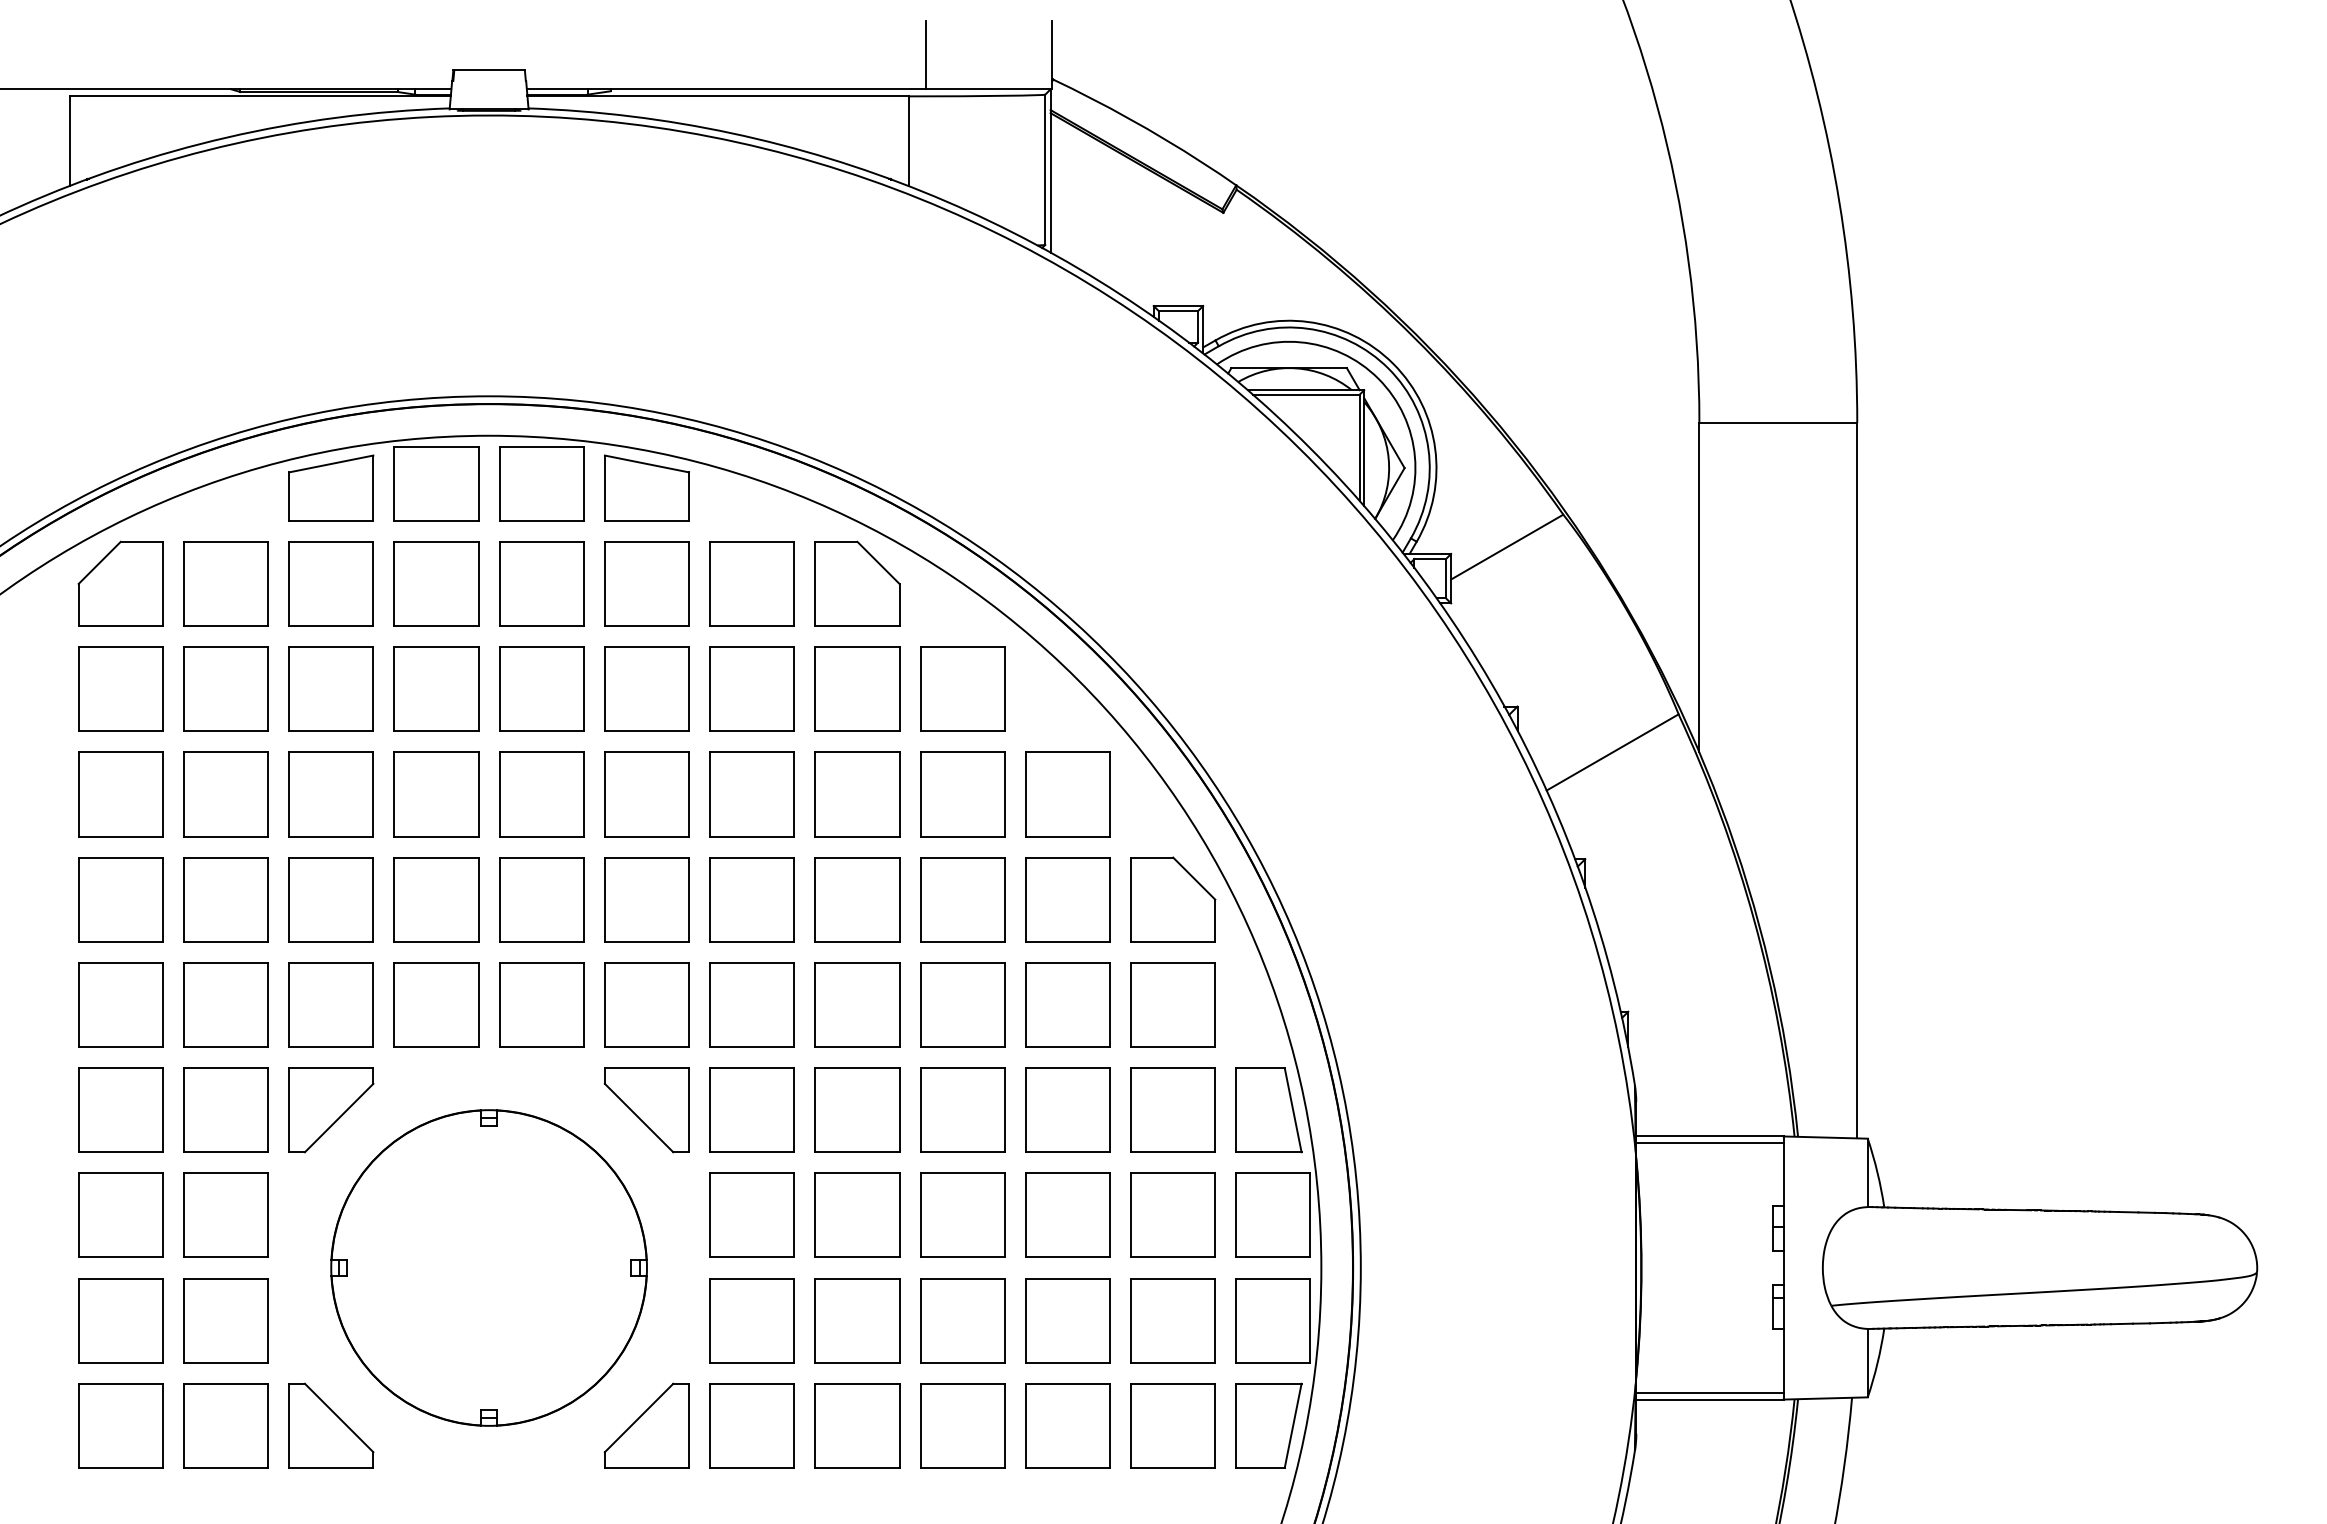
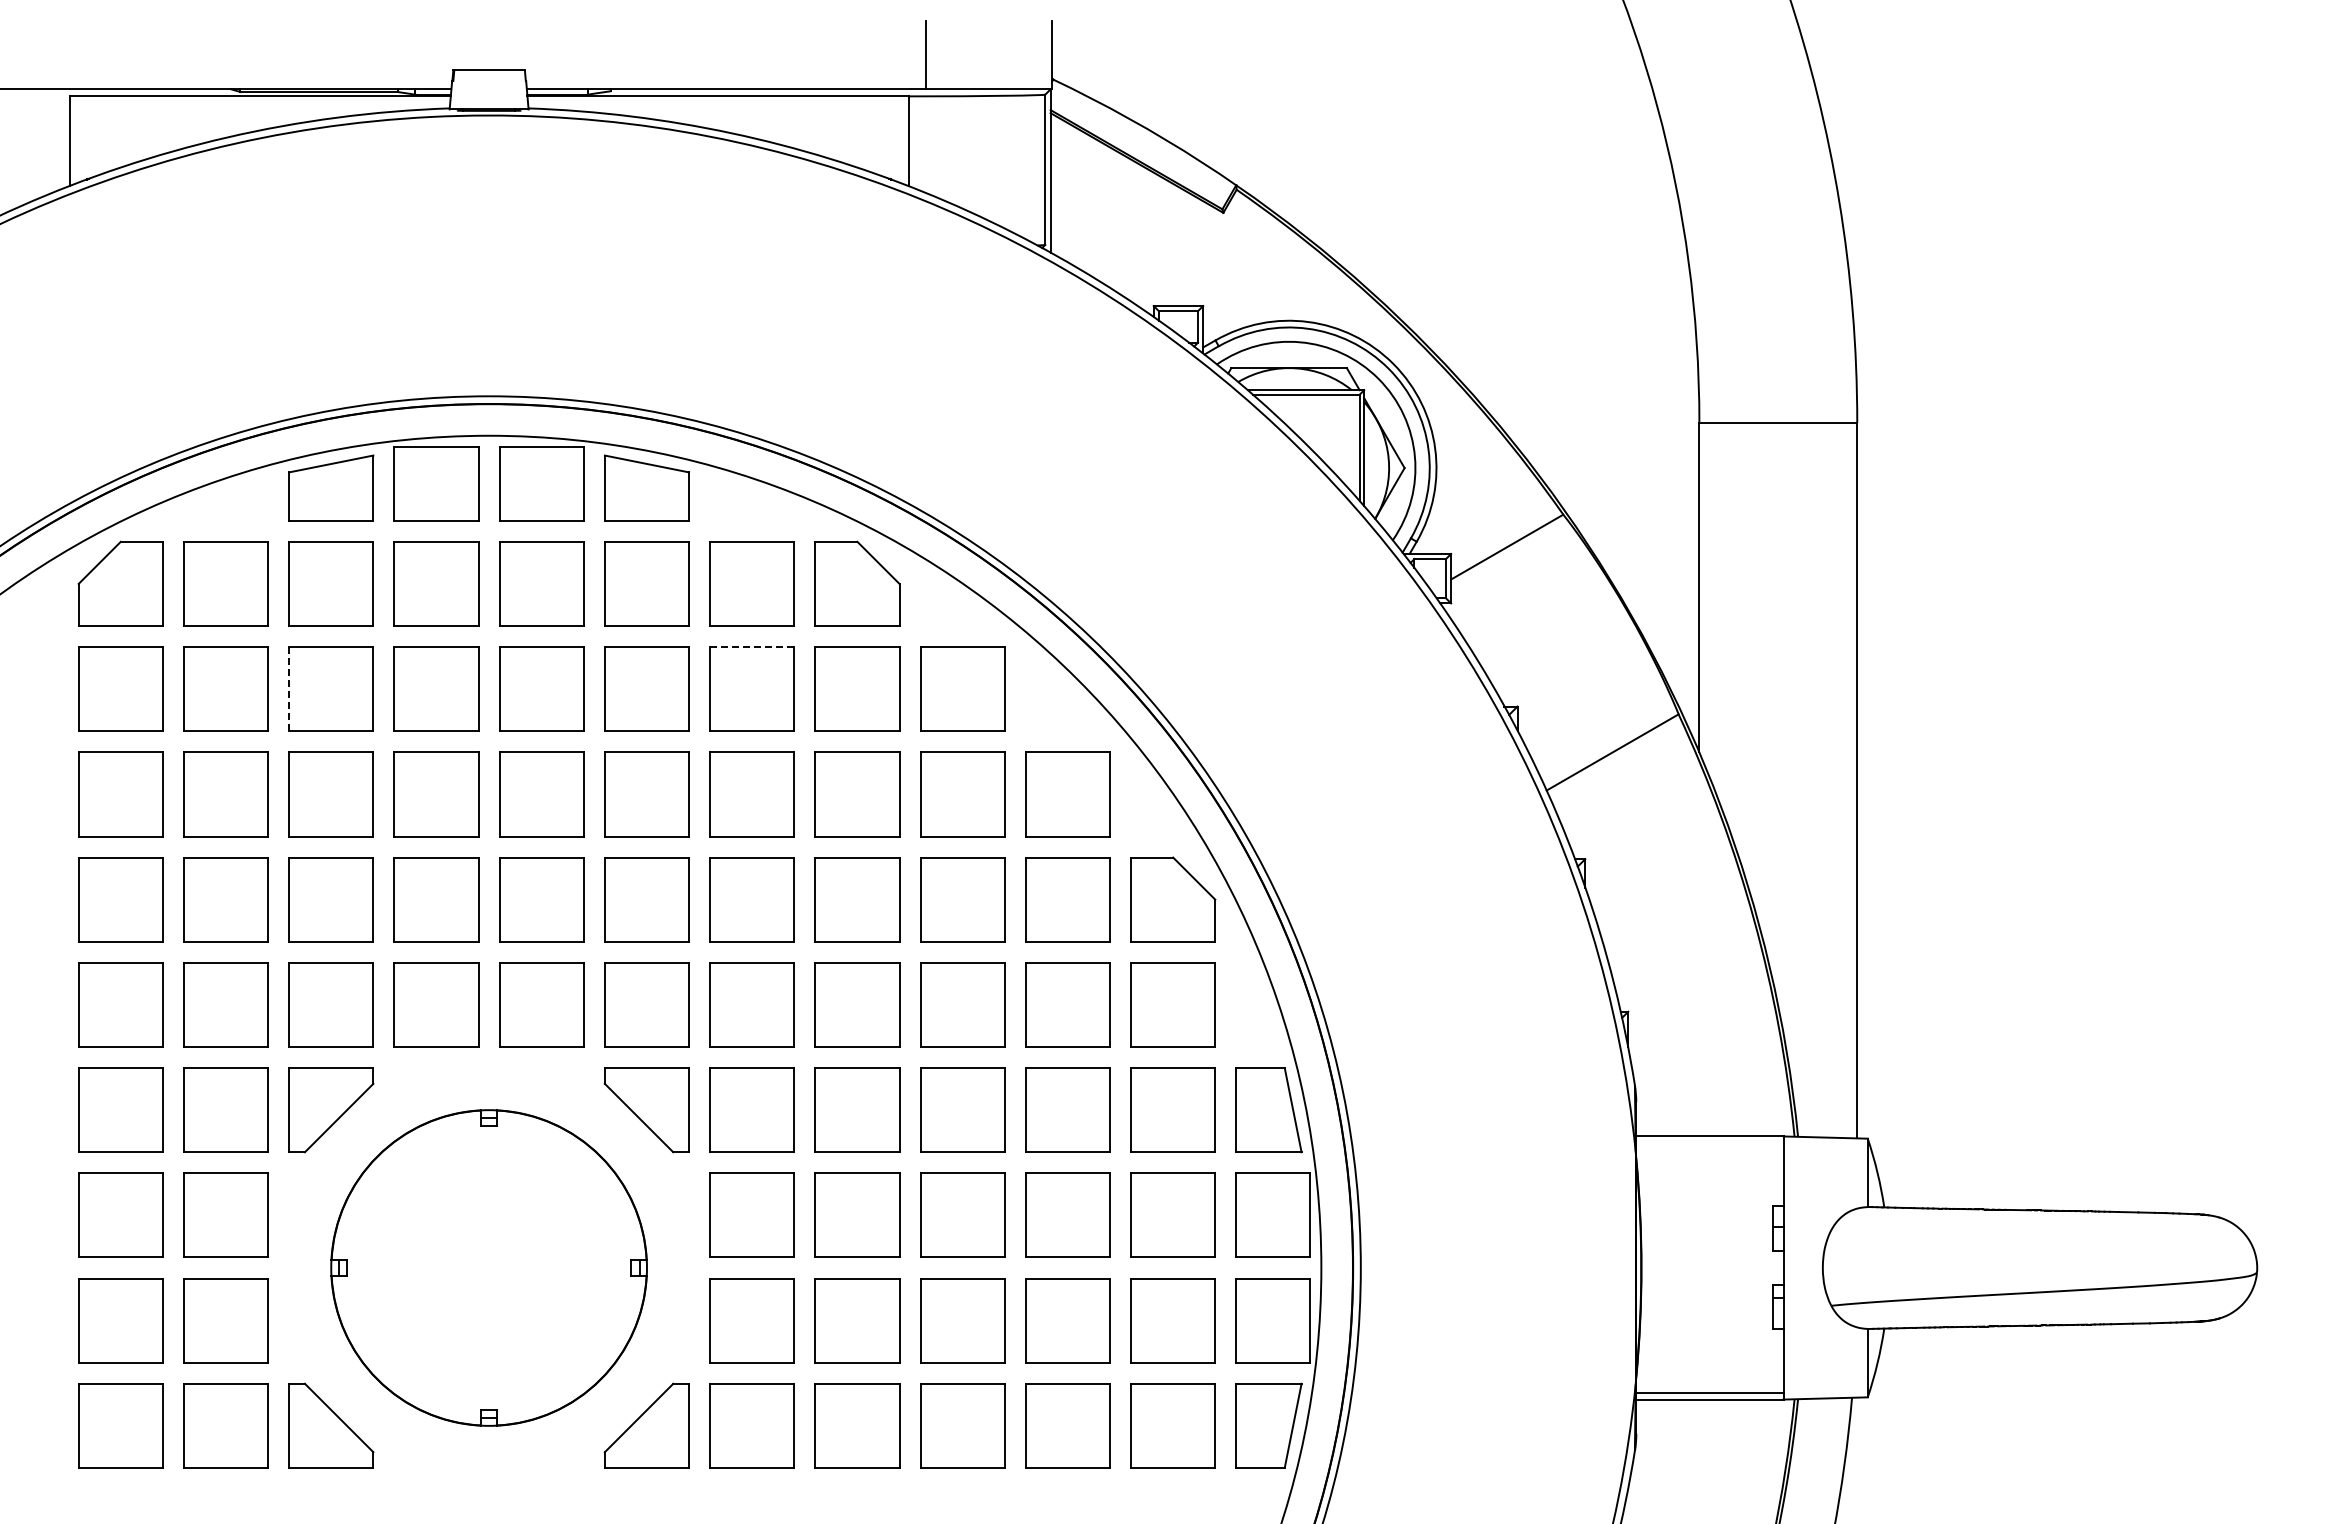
line at (752, 647): solid -> dashed
line at (289, 688): solid -> dashed
line at (1709, 1142): present -> none
